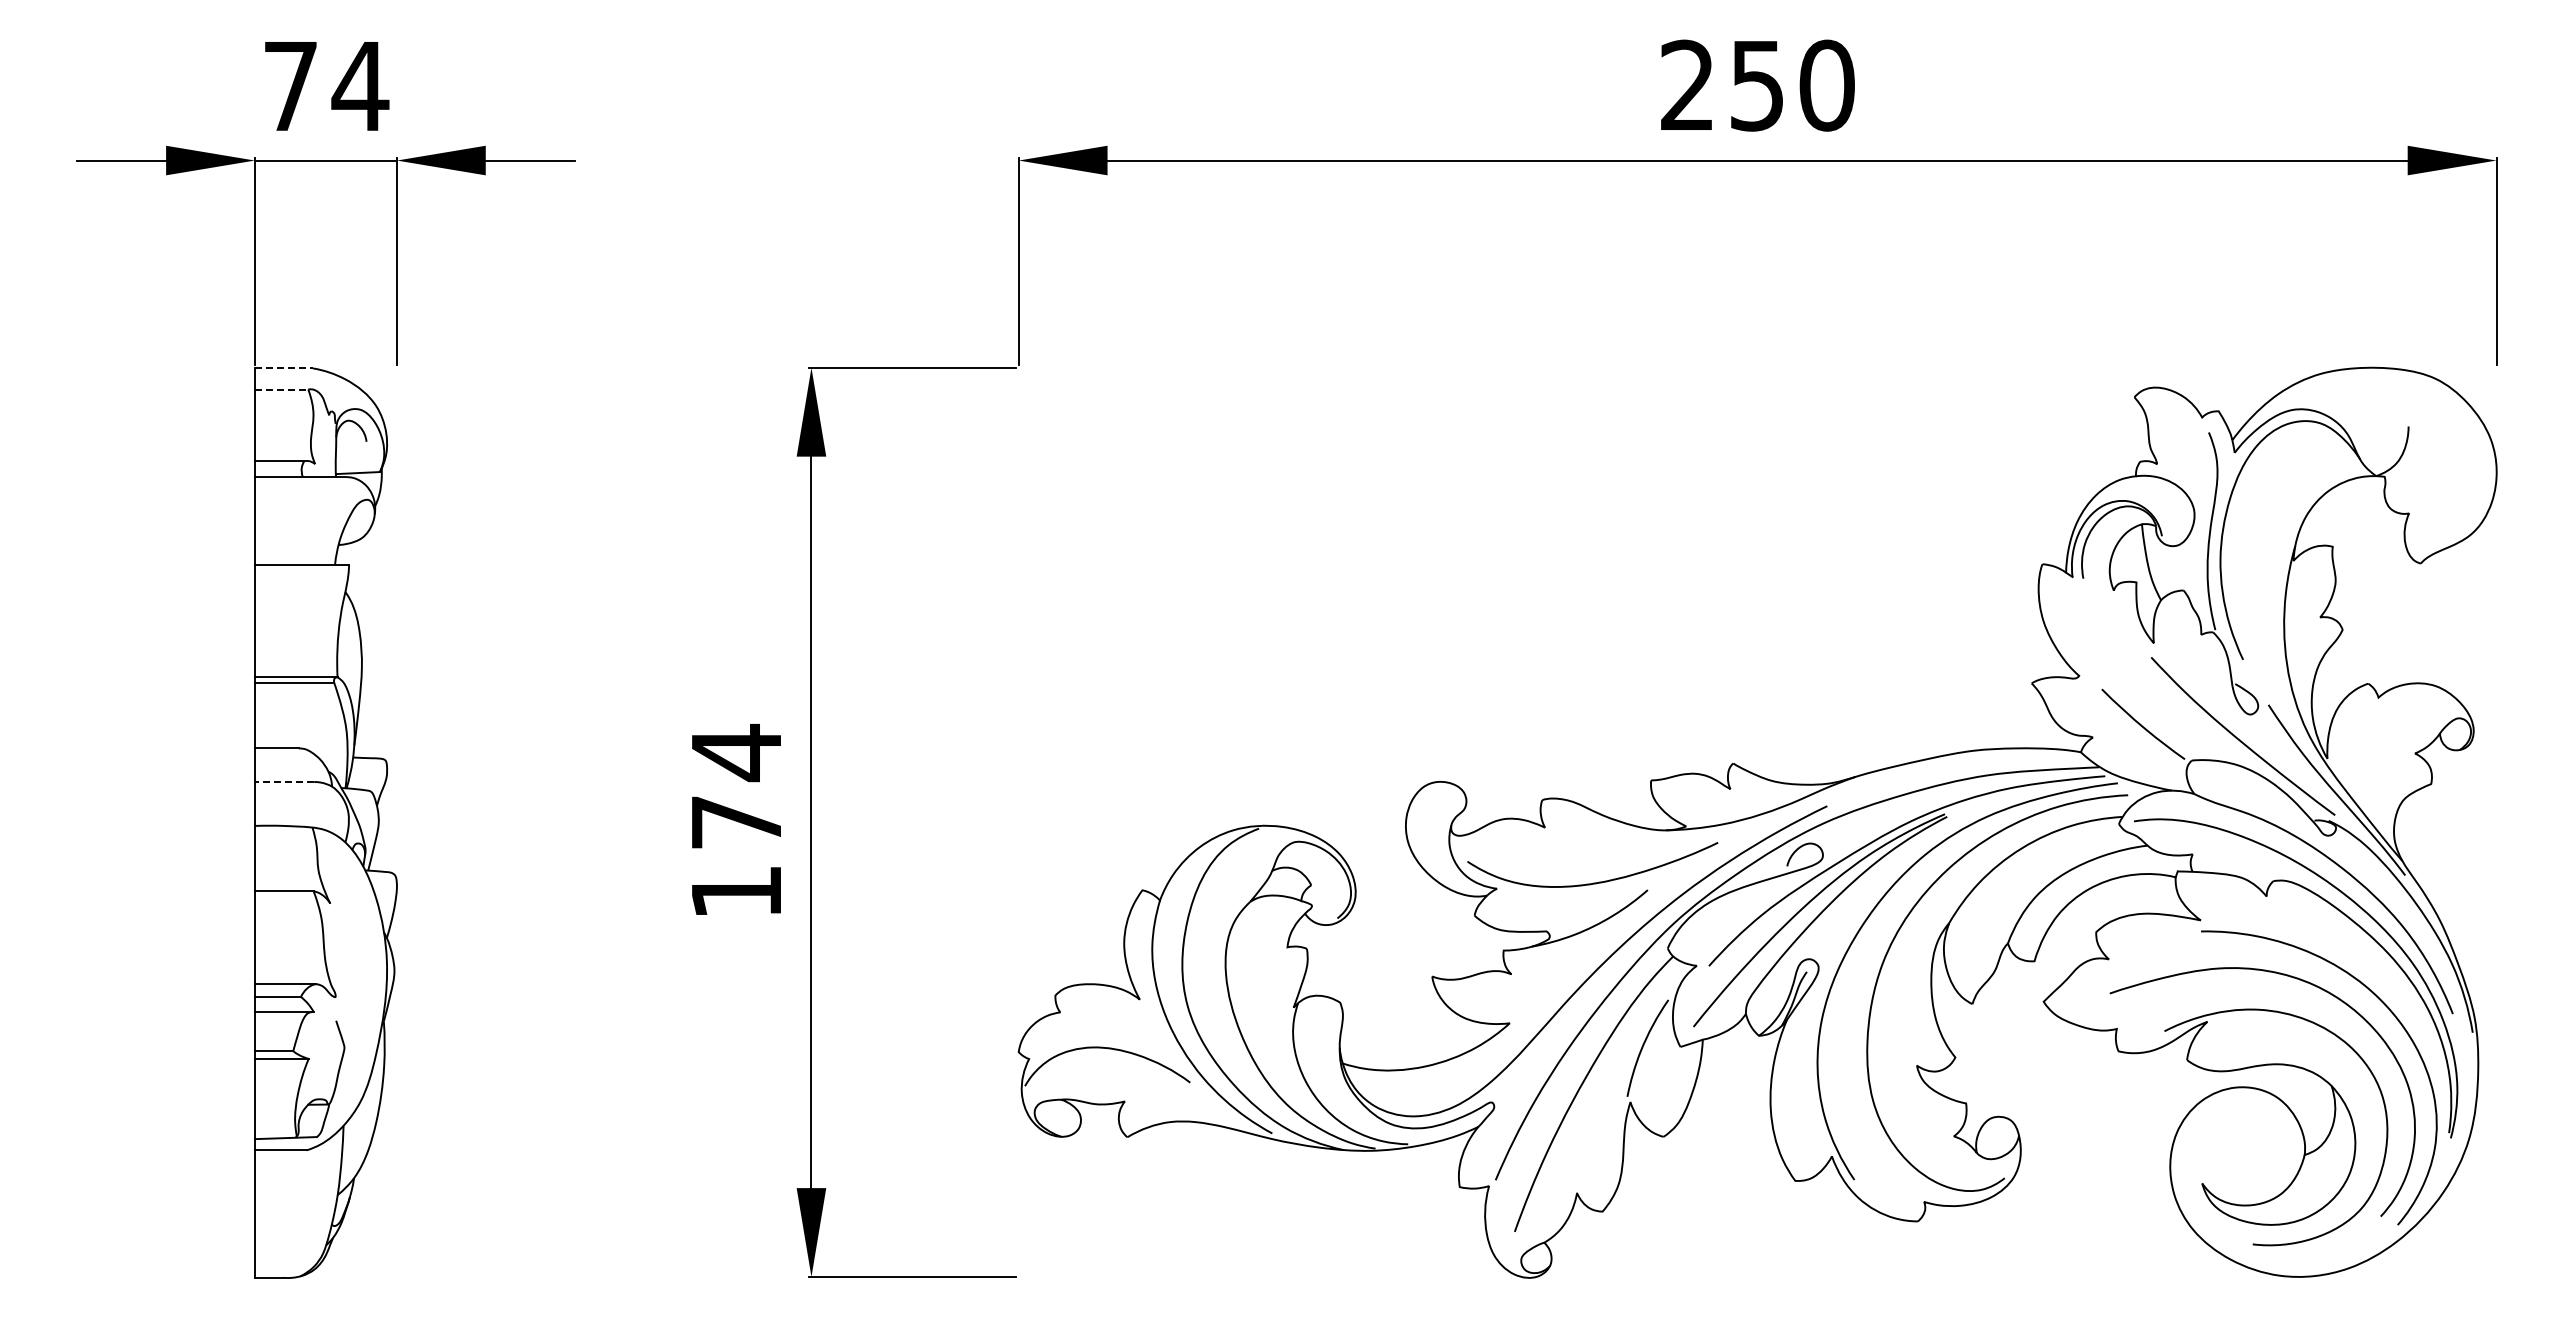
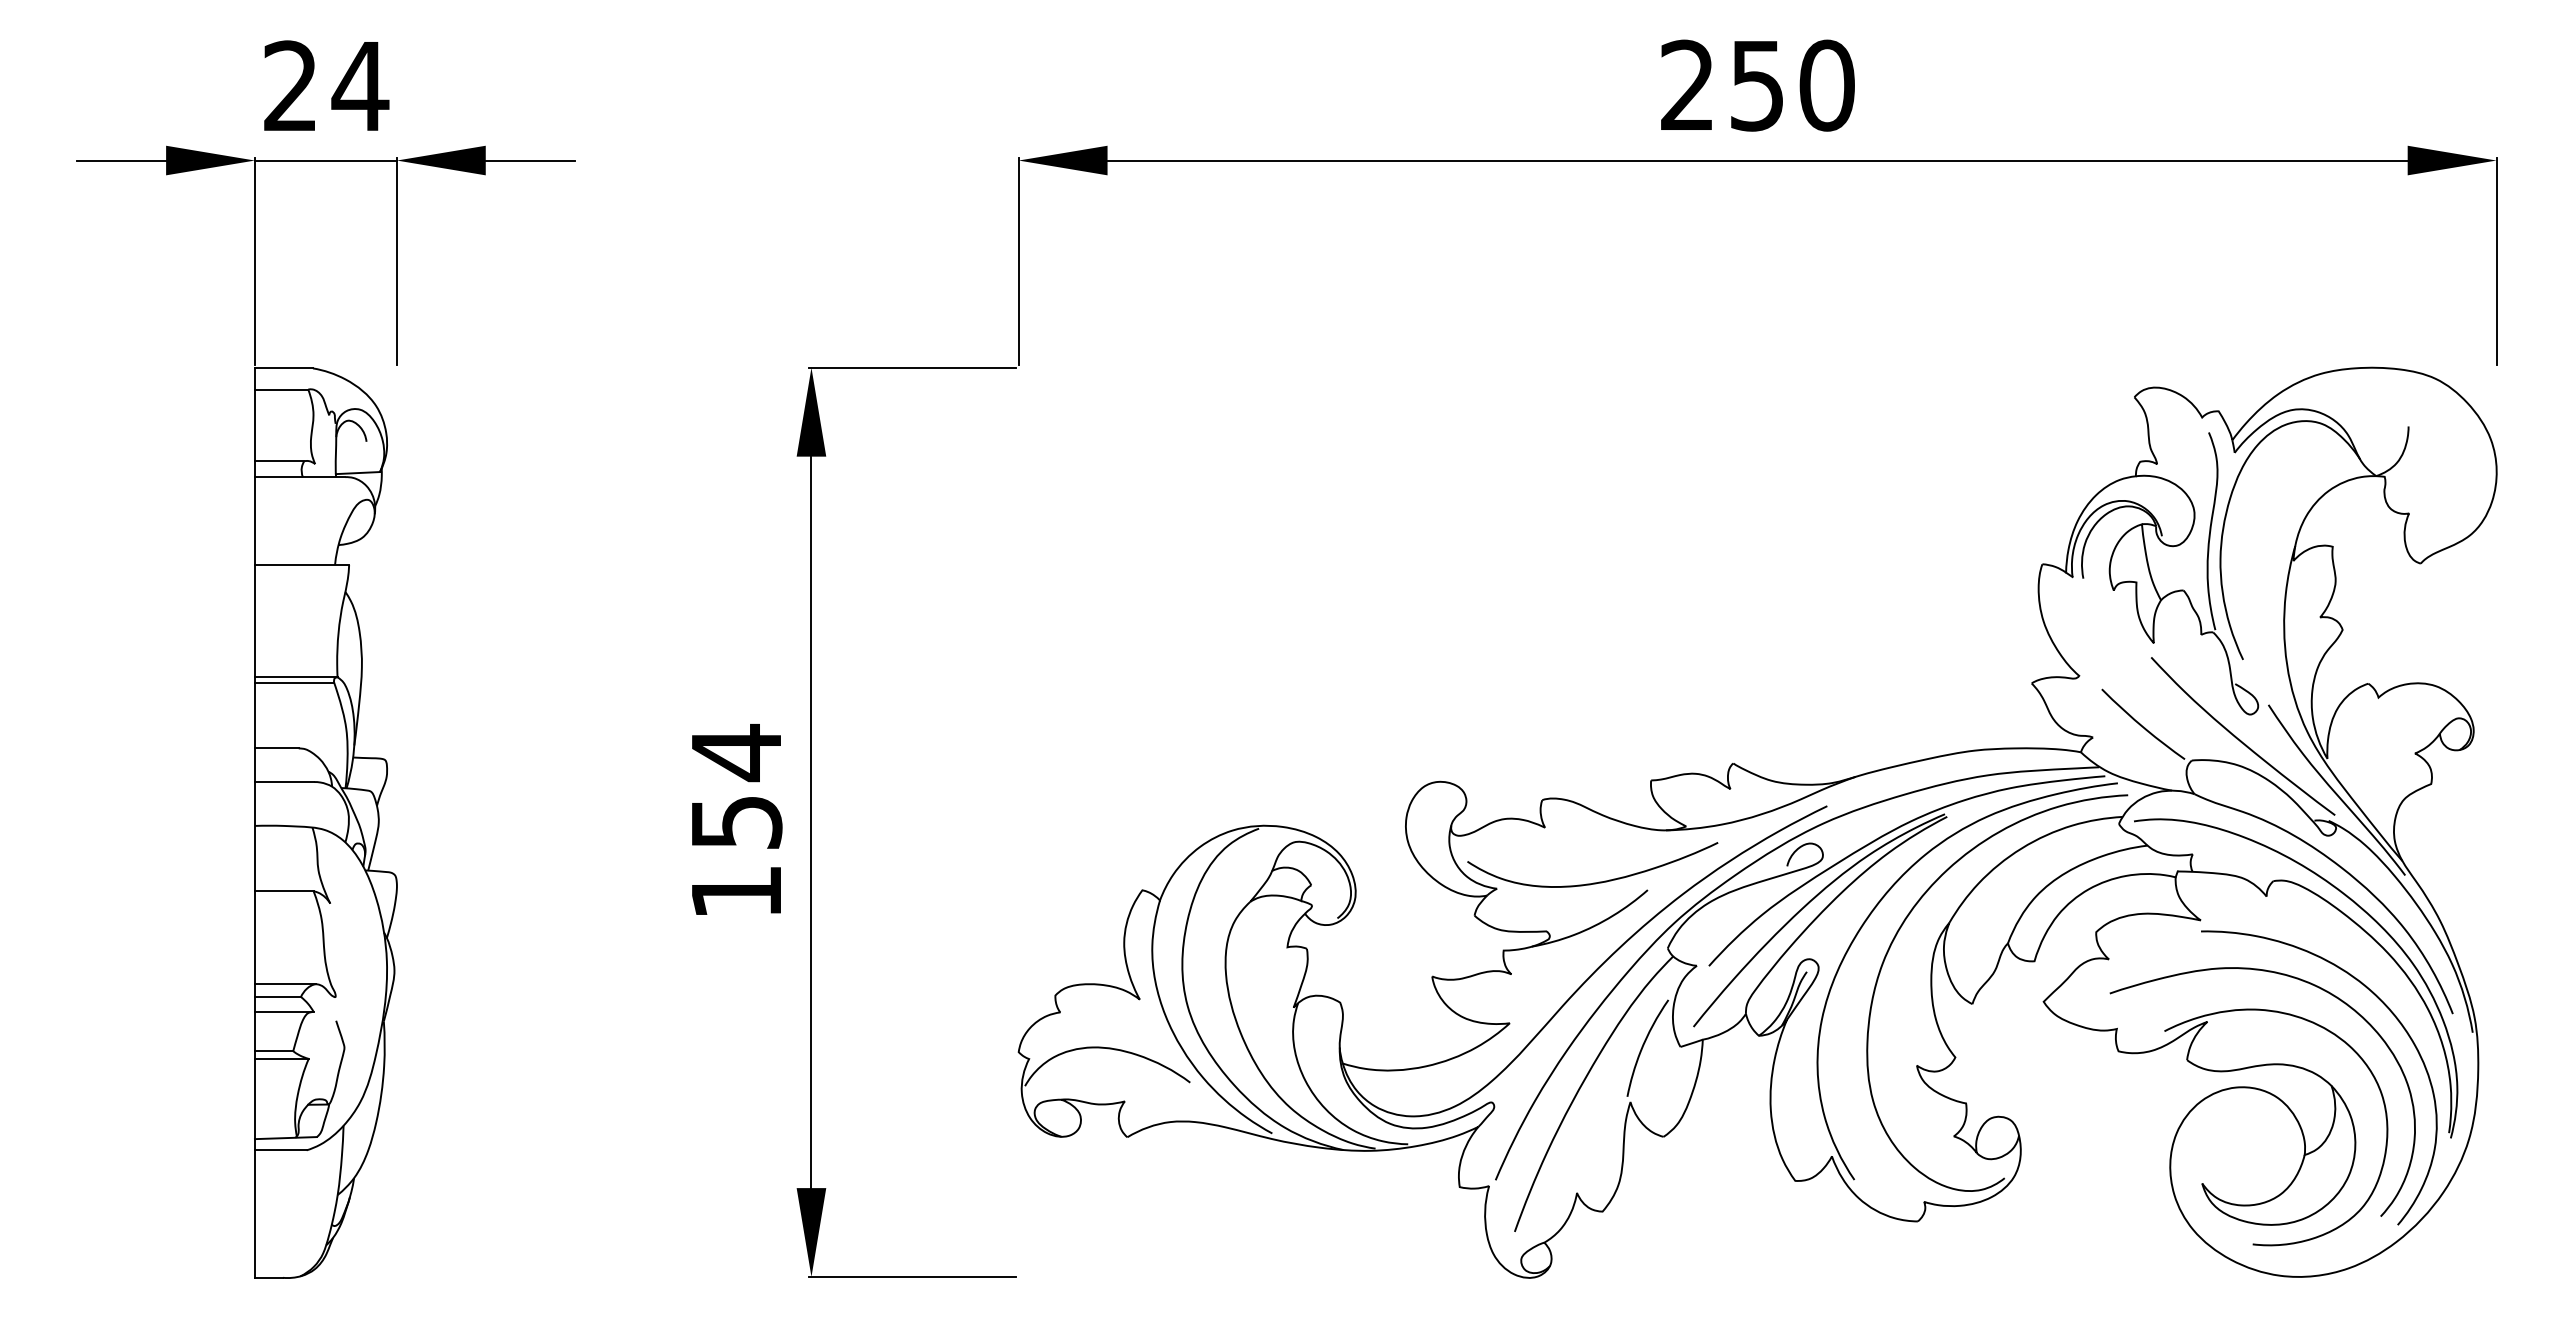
text at (290, 85): 74 -> 24
line at (284, 368): dashed -> solid
line at (281, 389): dashed -> solid
line at (284, 782): dashed -> solid
text at (737, 822): 174 -> 154
